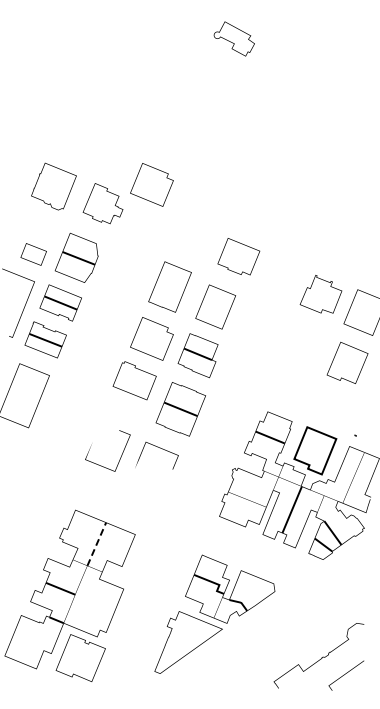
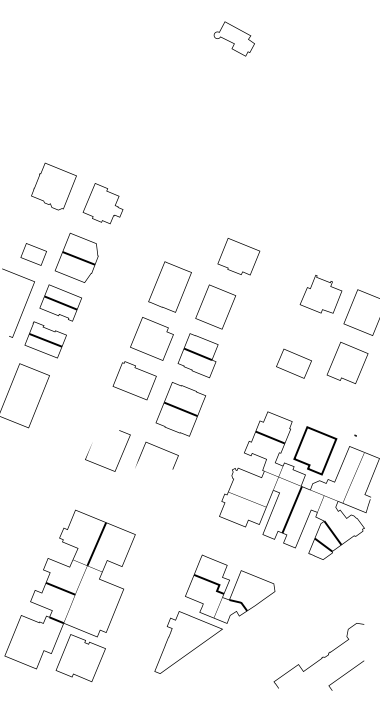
part at (151, 184): present -> none
part at (293, 363): none -> present
line at (96, 544): dashed -> solid
